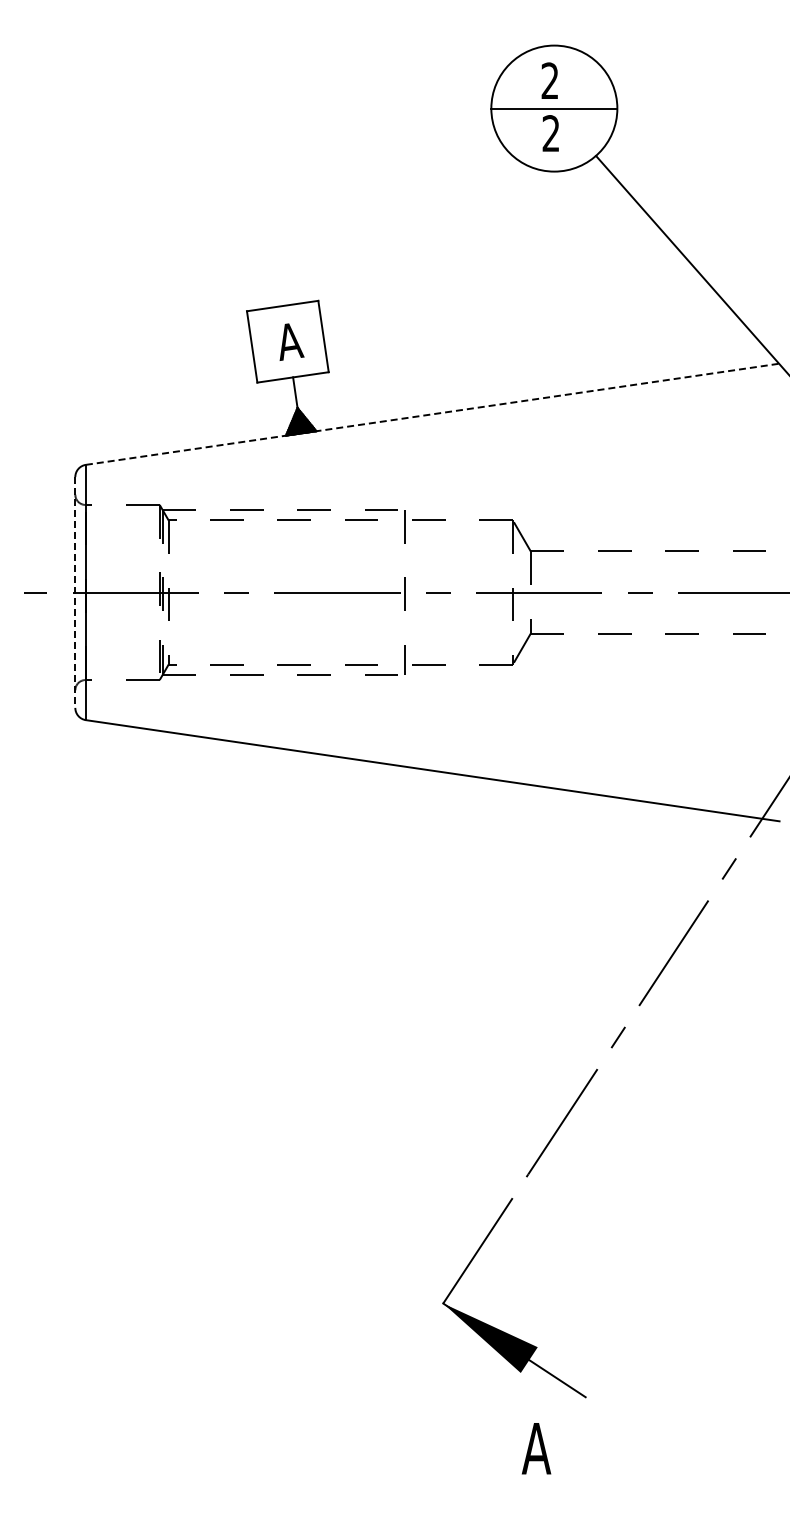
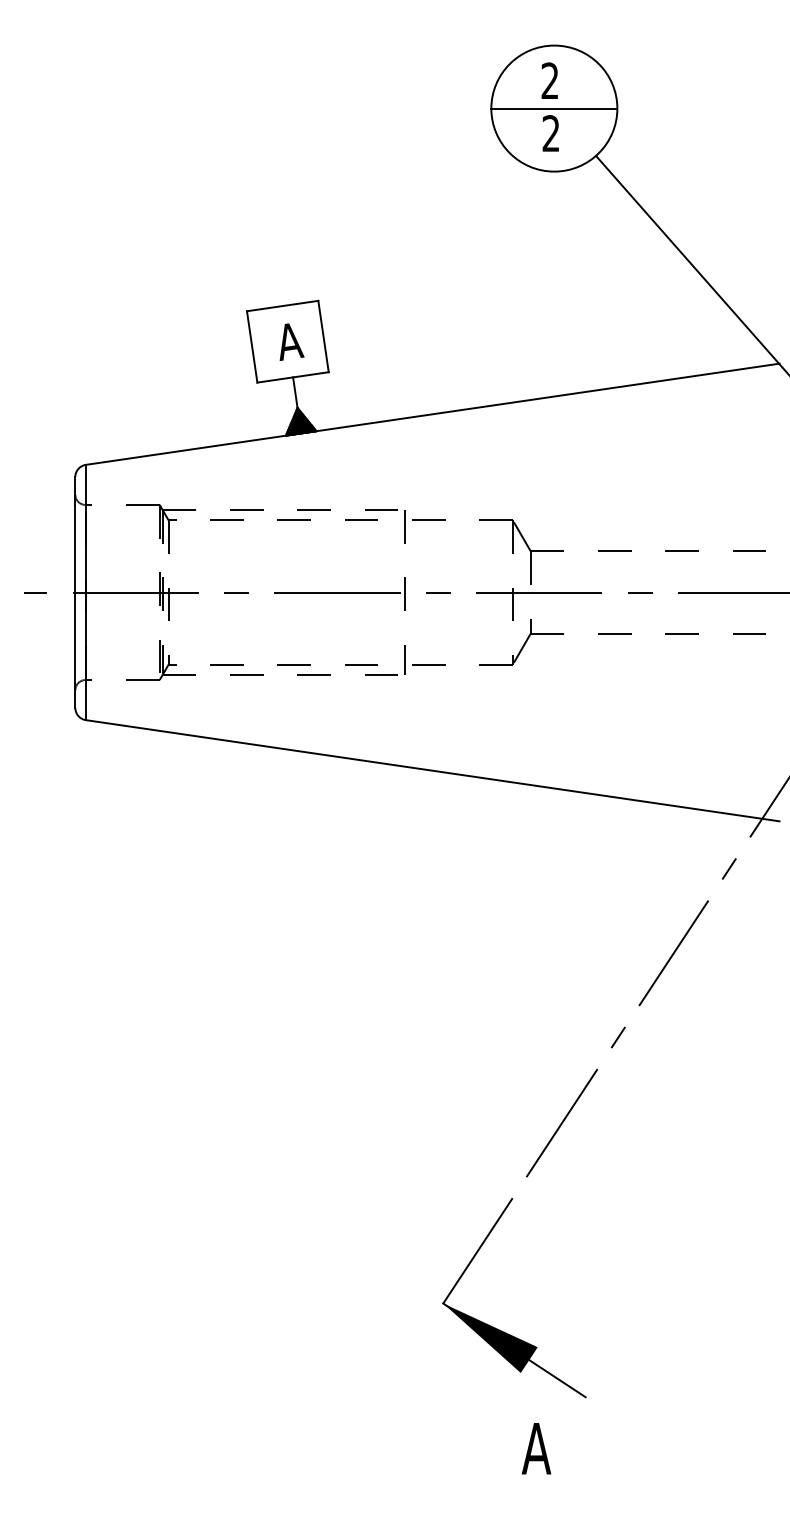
line at (432, 414): dashed -> solid
line at (75, 593): dashed -> solid
